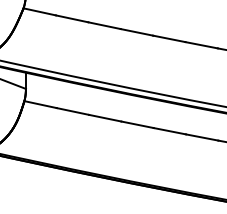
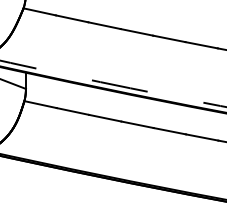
arc at (112, 84): solid -> dashed
